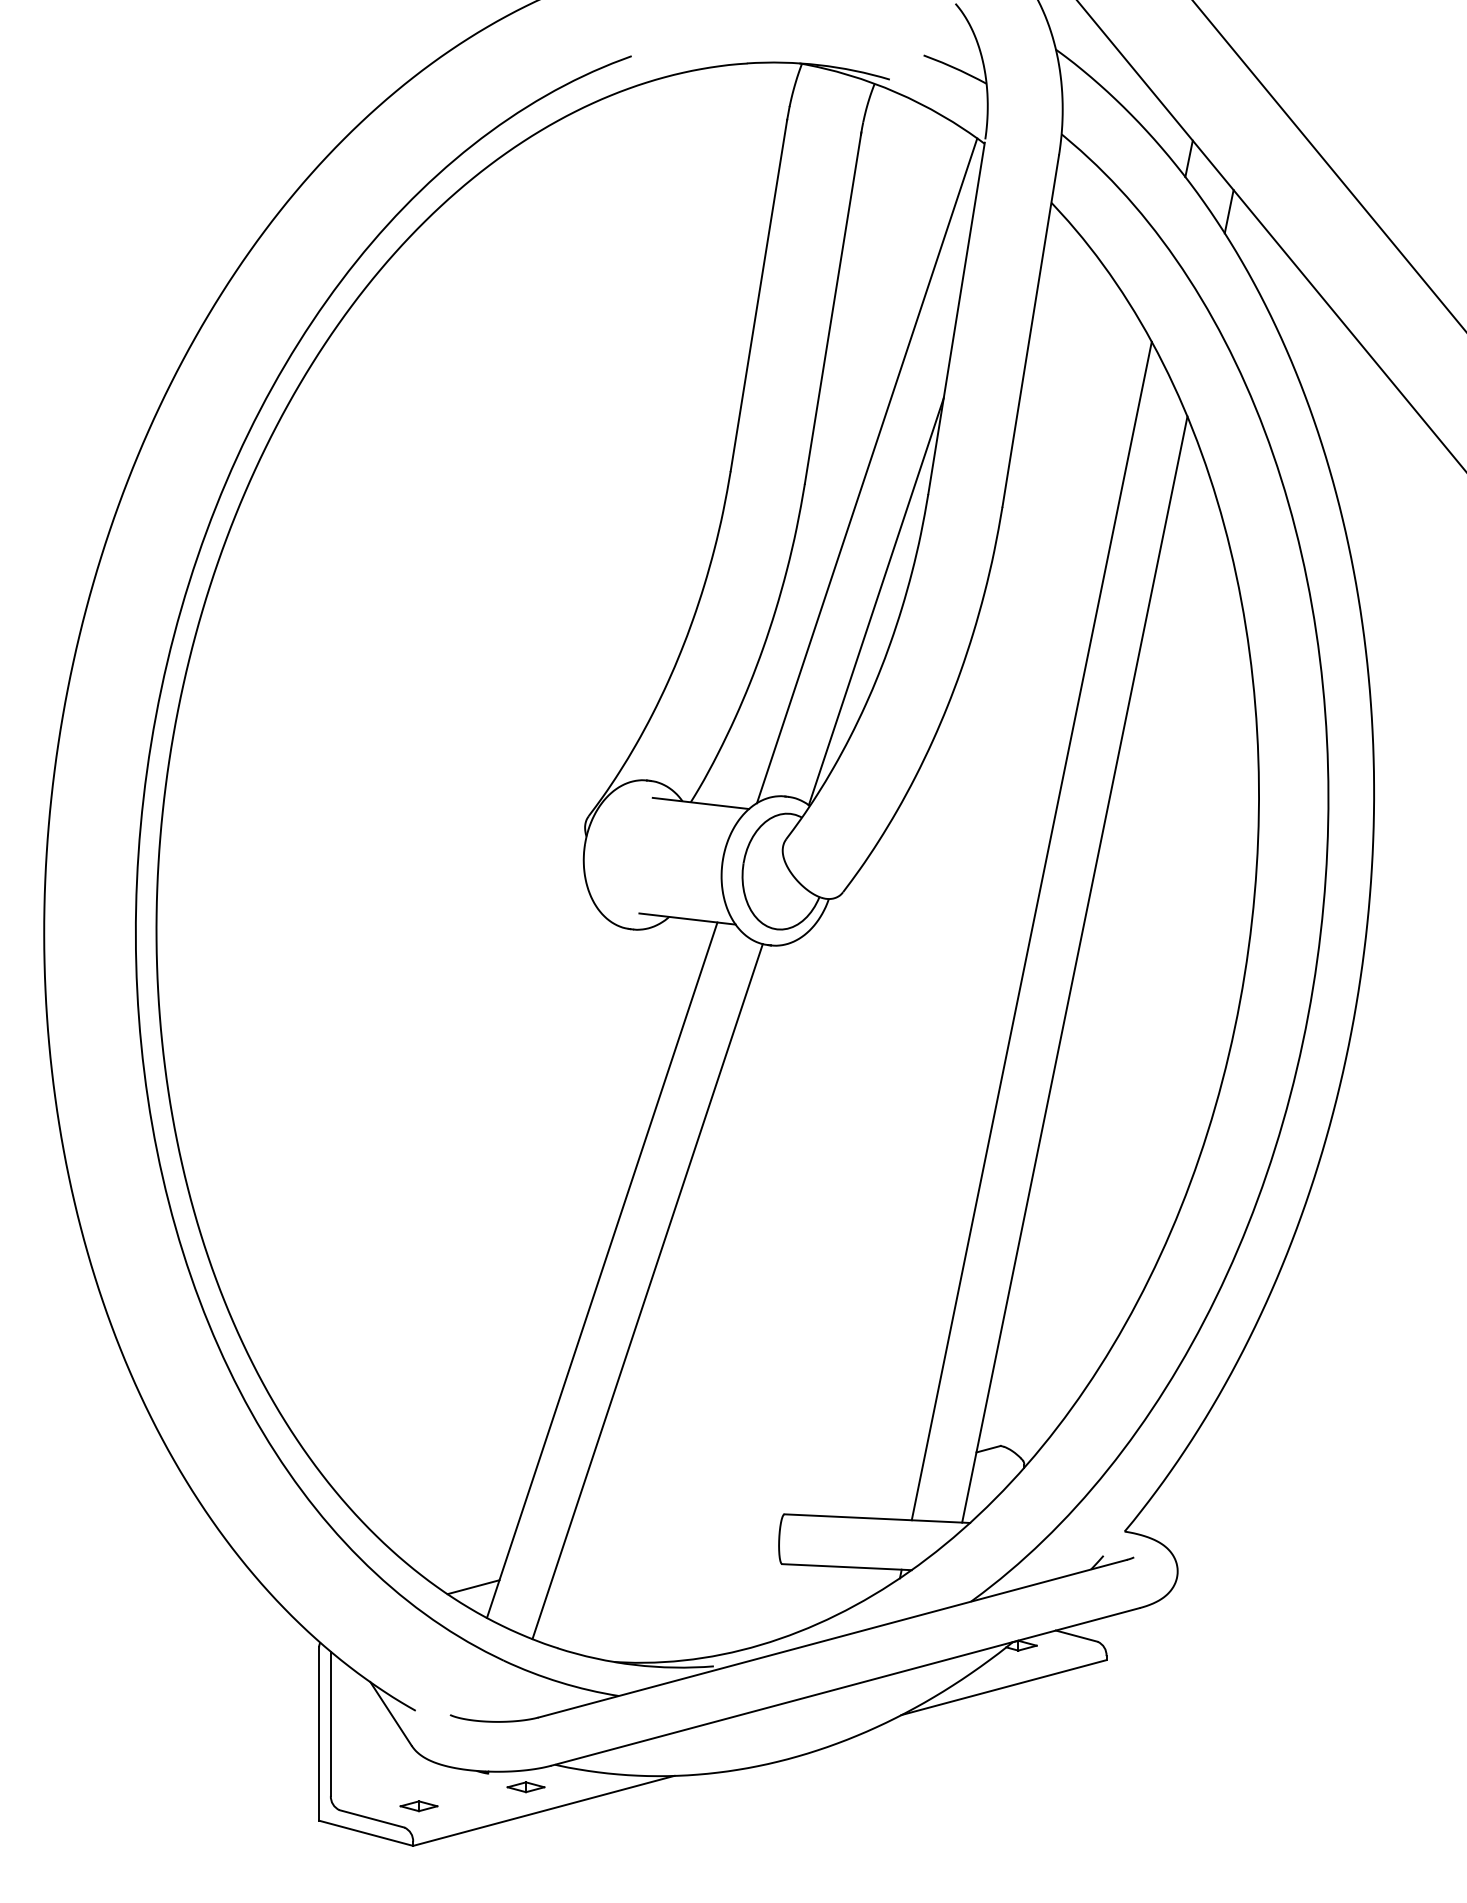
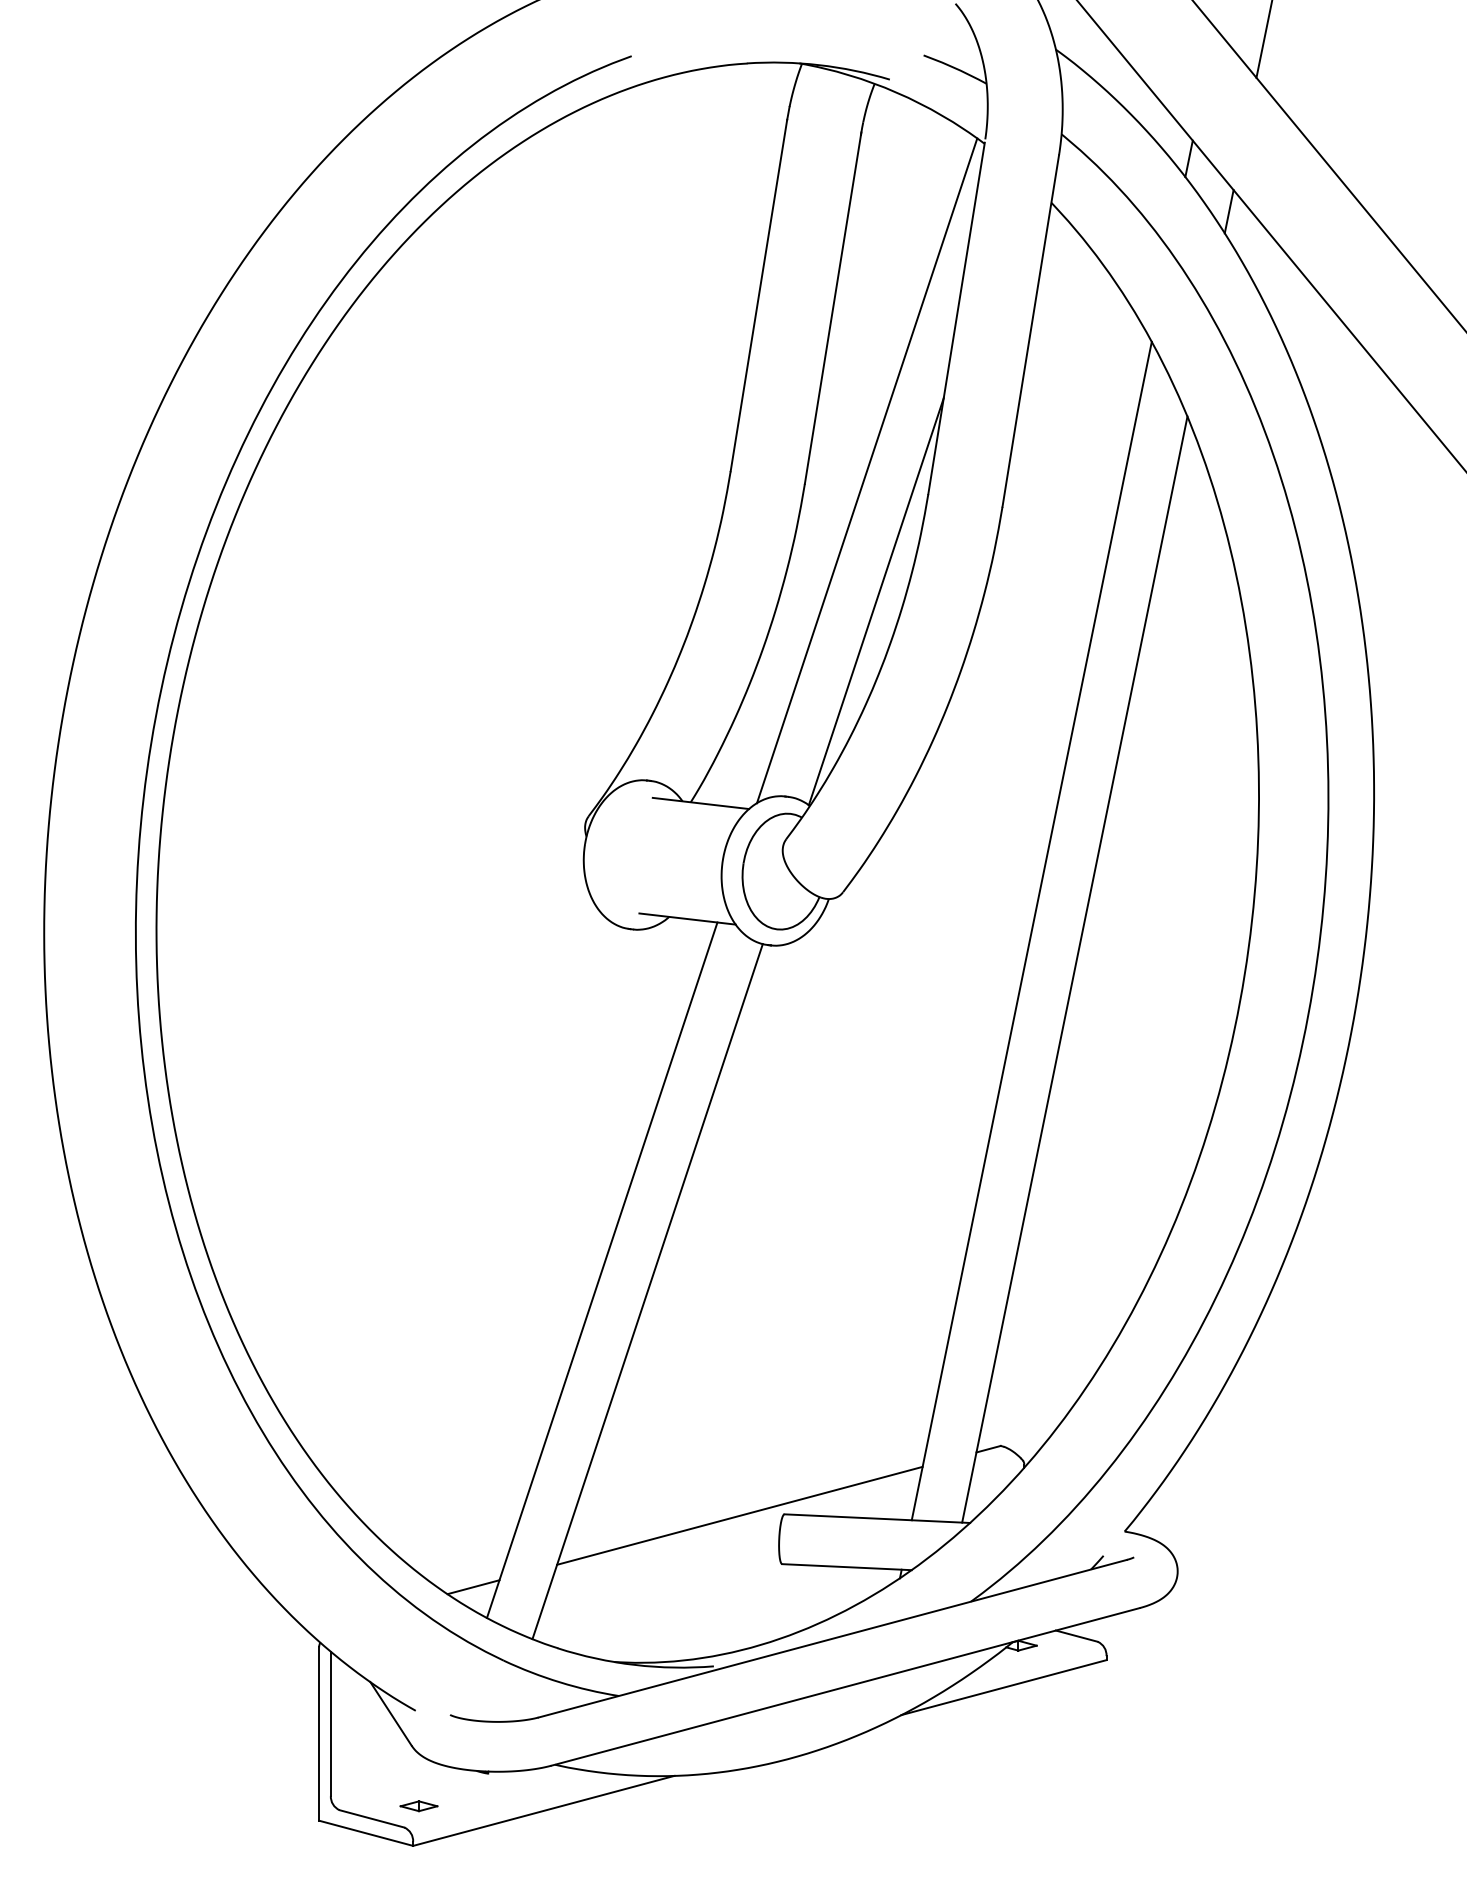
line at (1263, 39): none -> present
line at (739, 1515): none -> present
part at (525, 1787): present -> none
